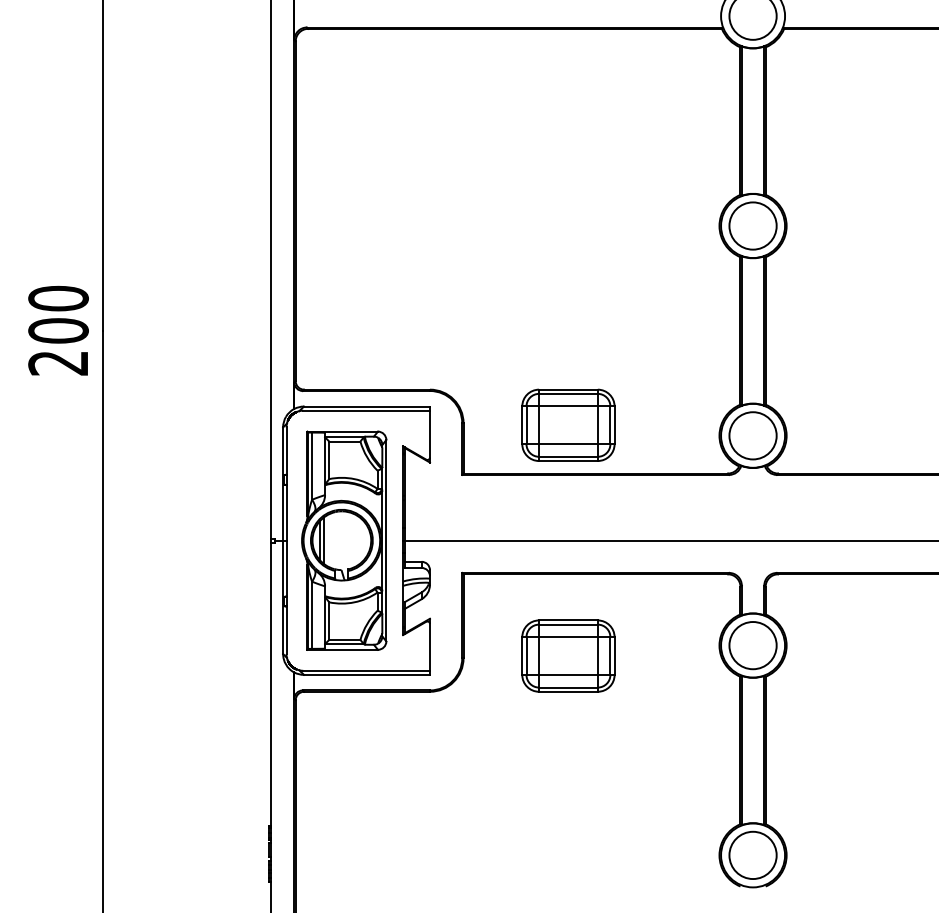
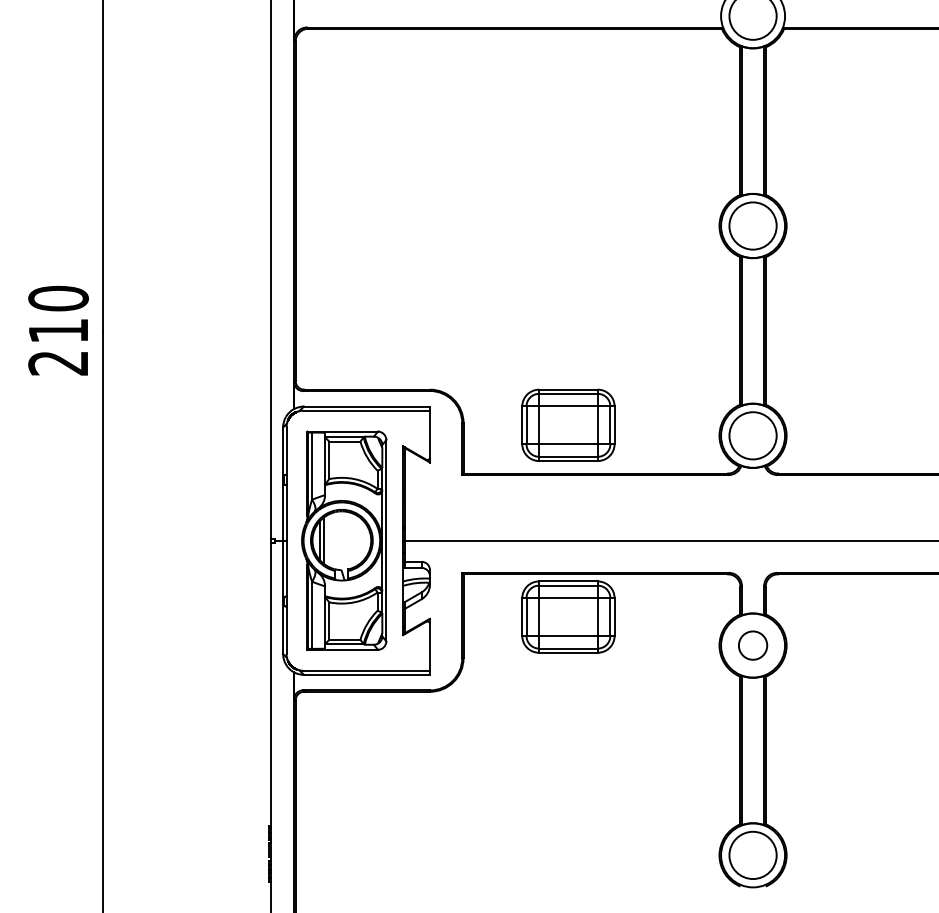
text at (58, 330): 200 -> 210
circle at (752, 645) diameter: 47 px -> 28 px
part at (568, 655) position: (568, 655) -> (568, 616)
